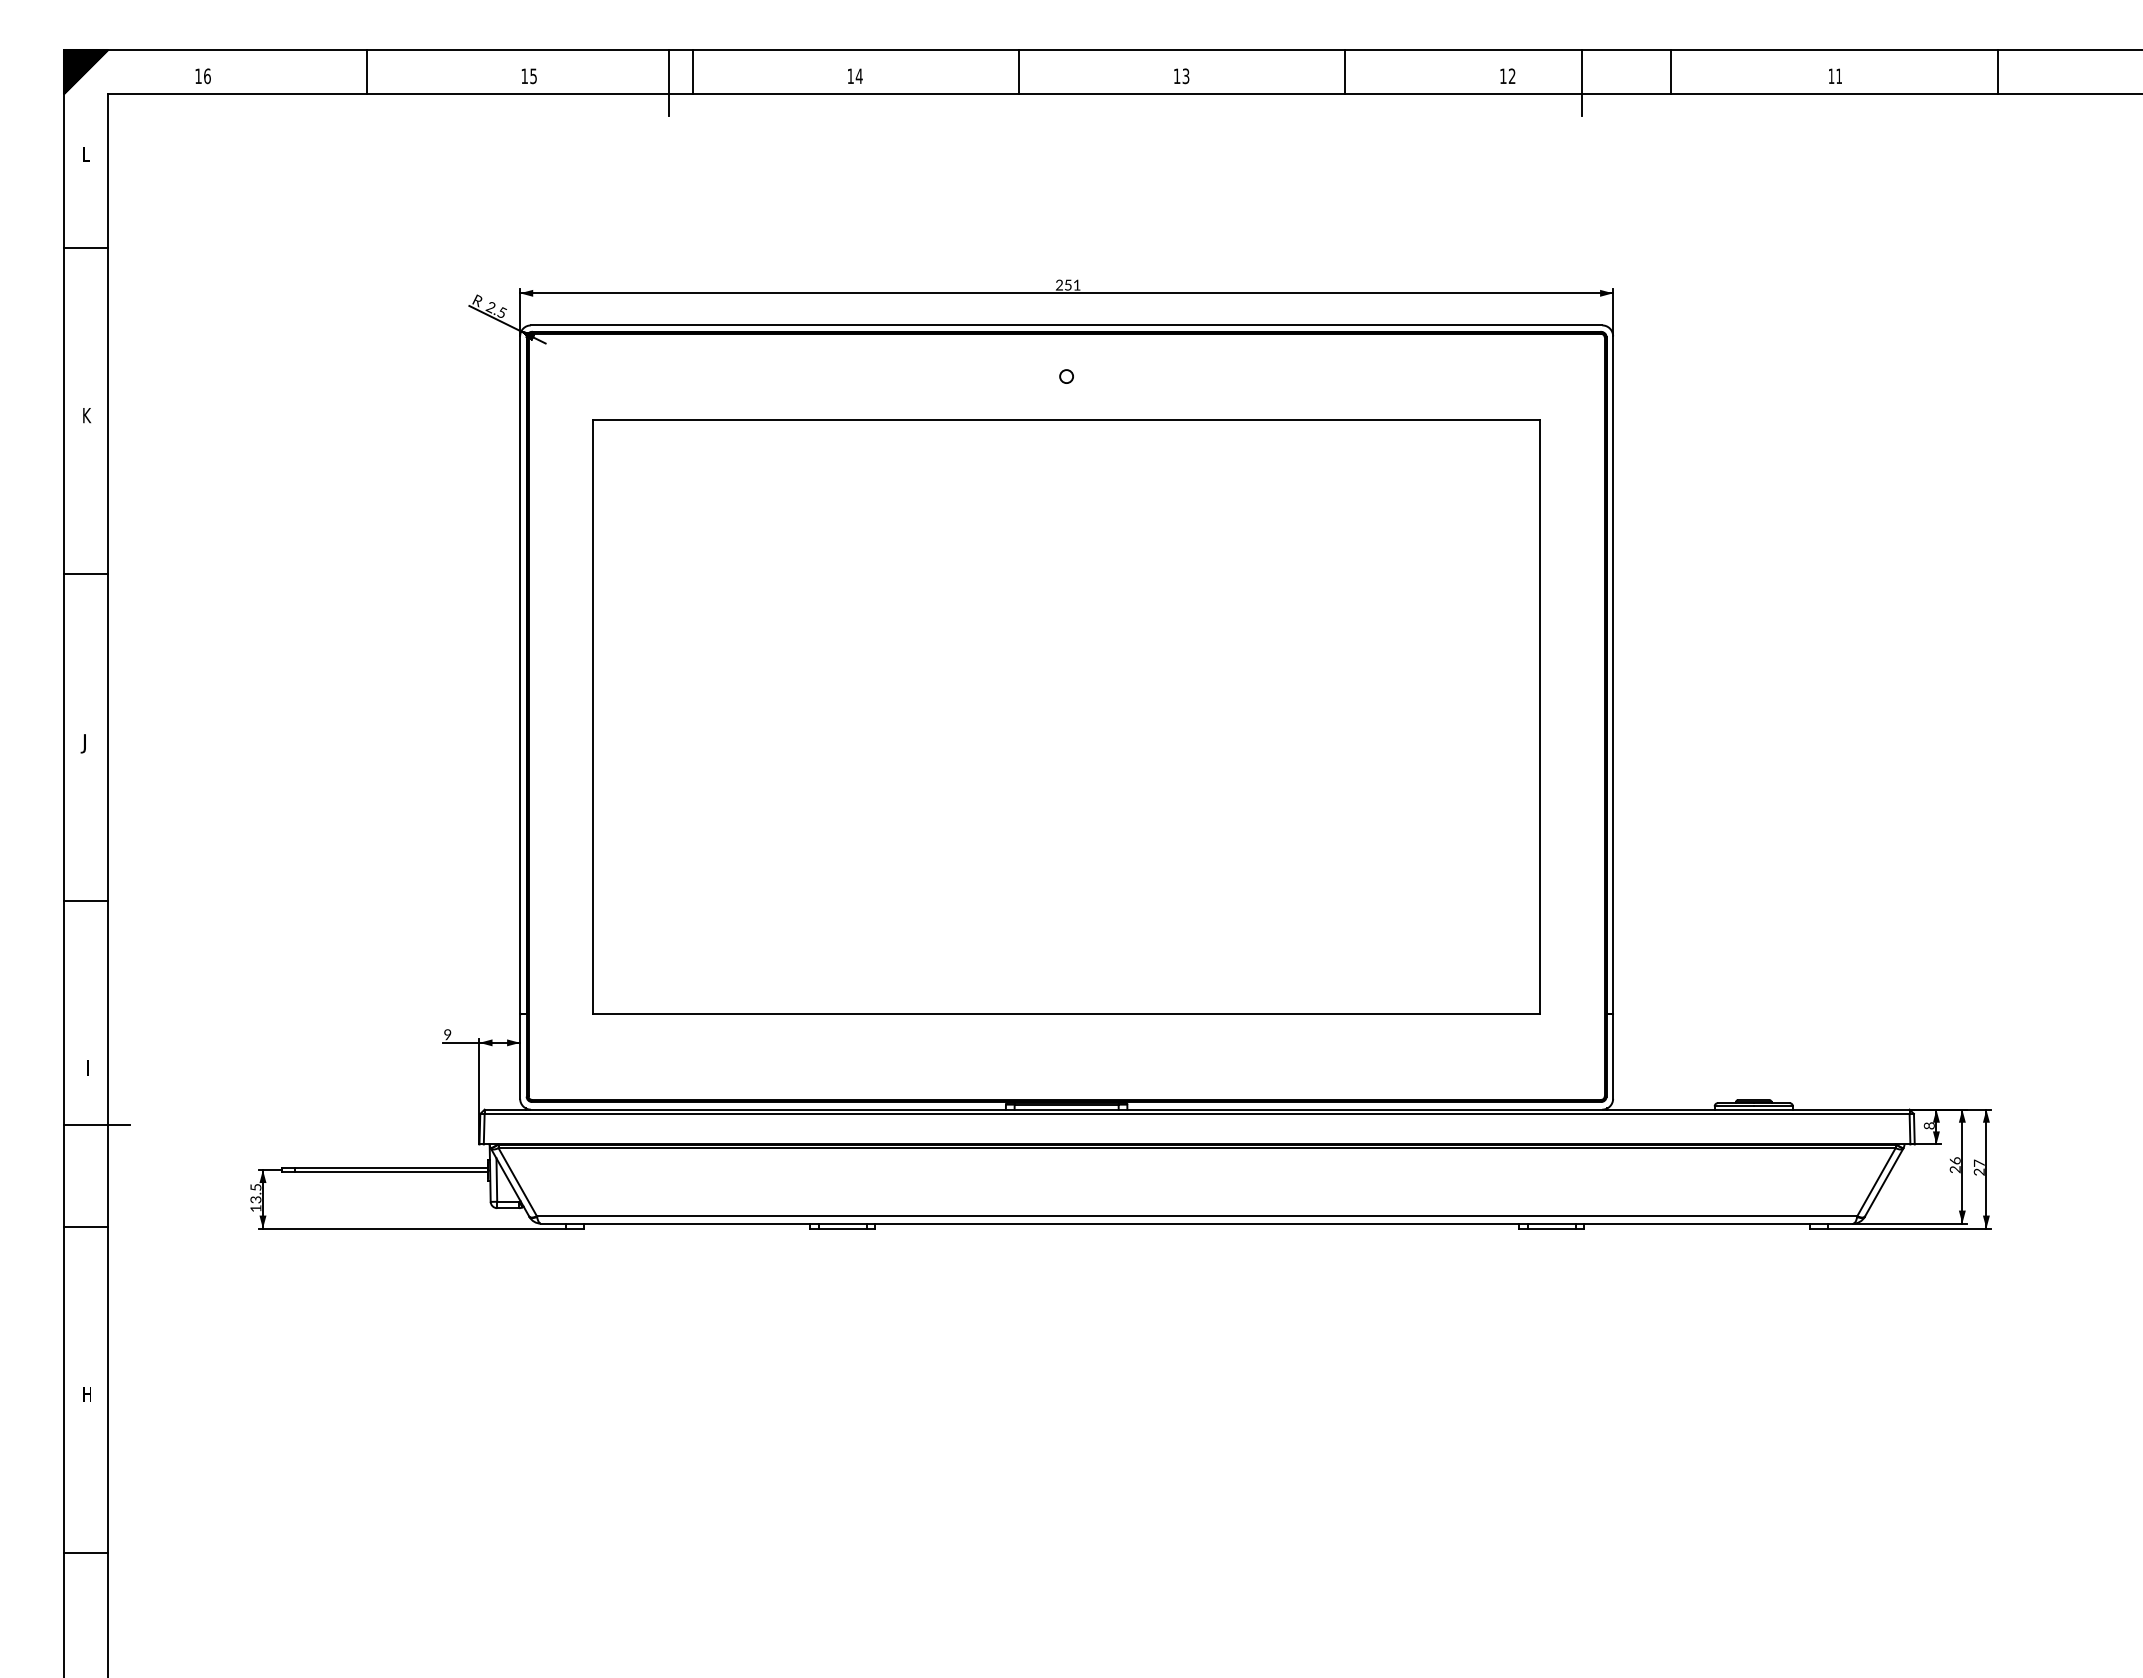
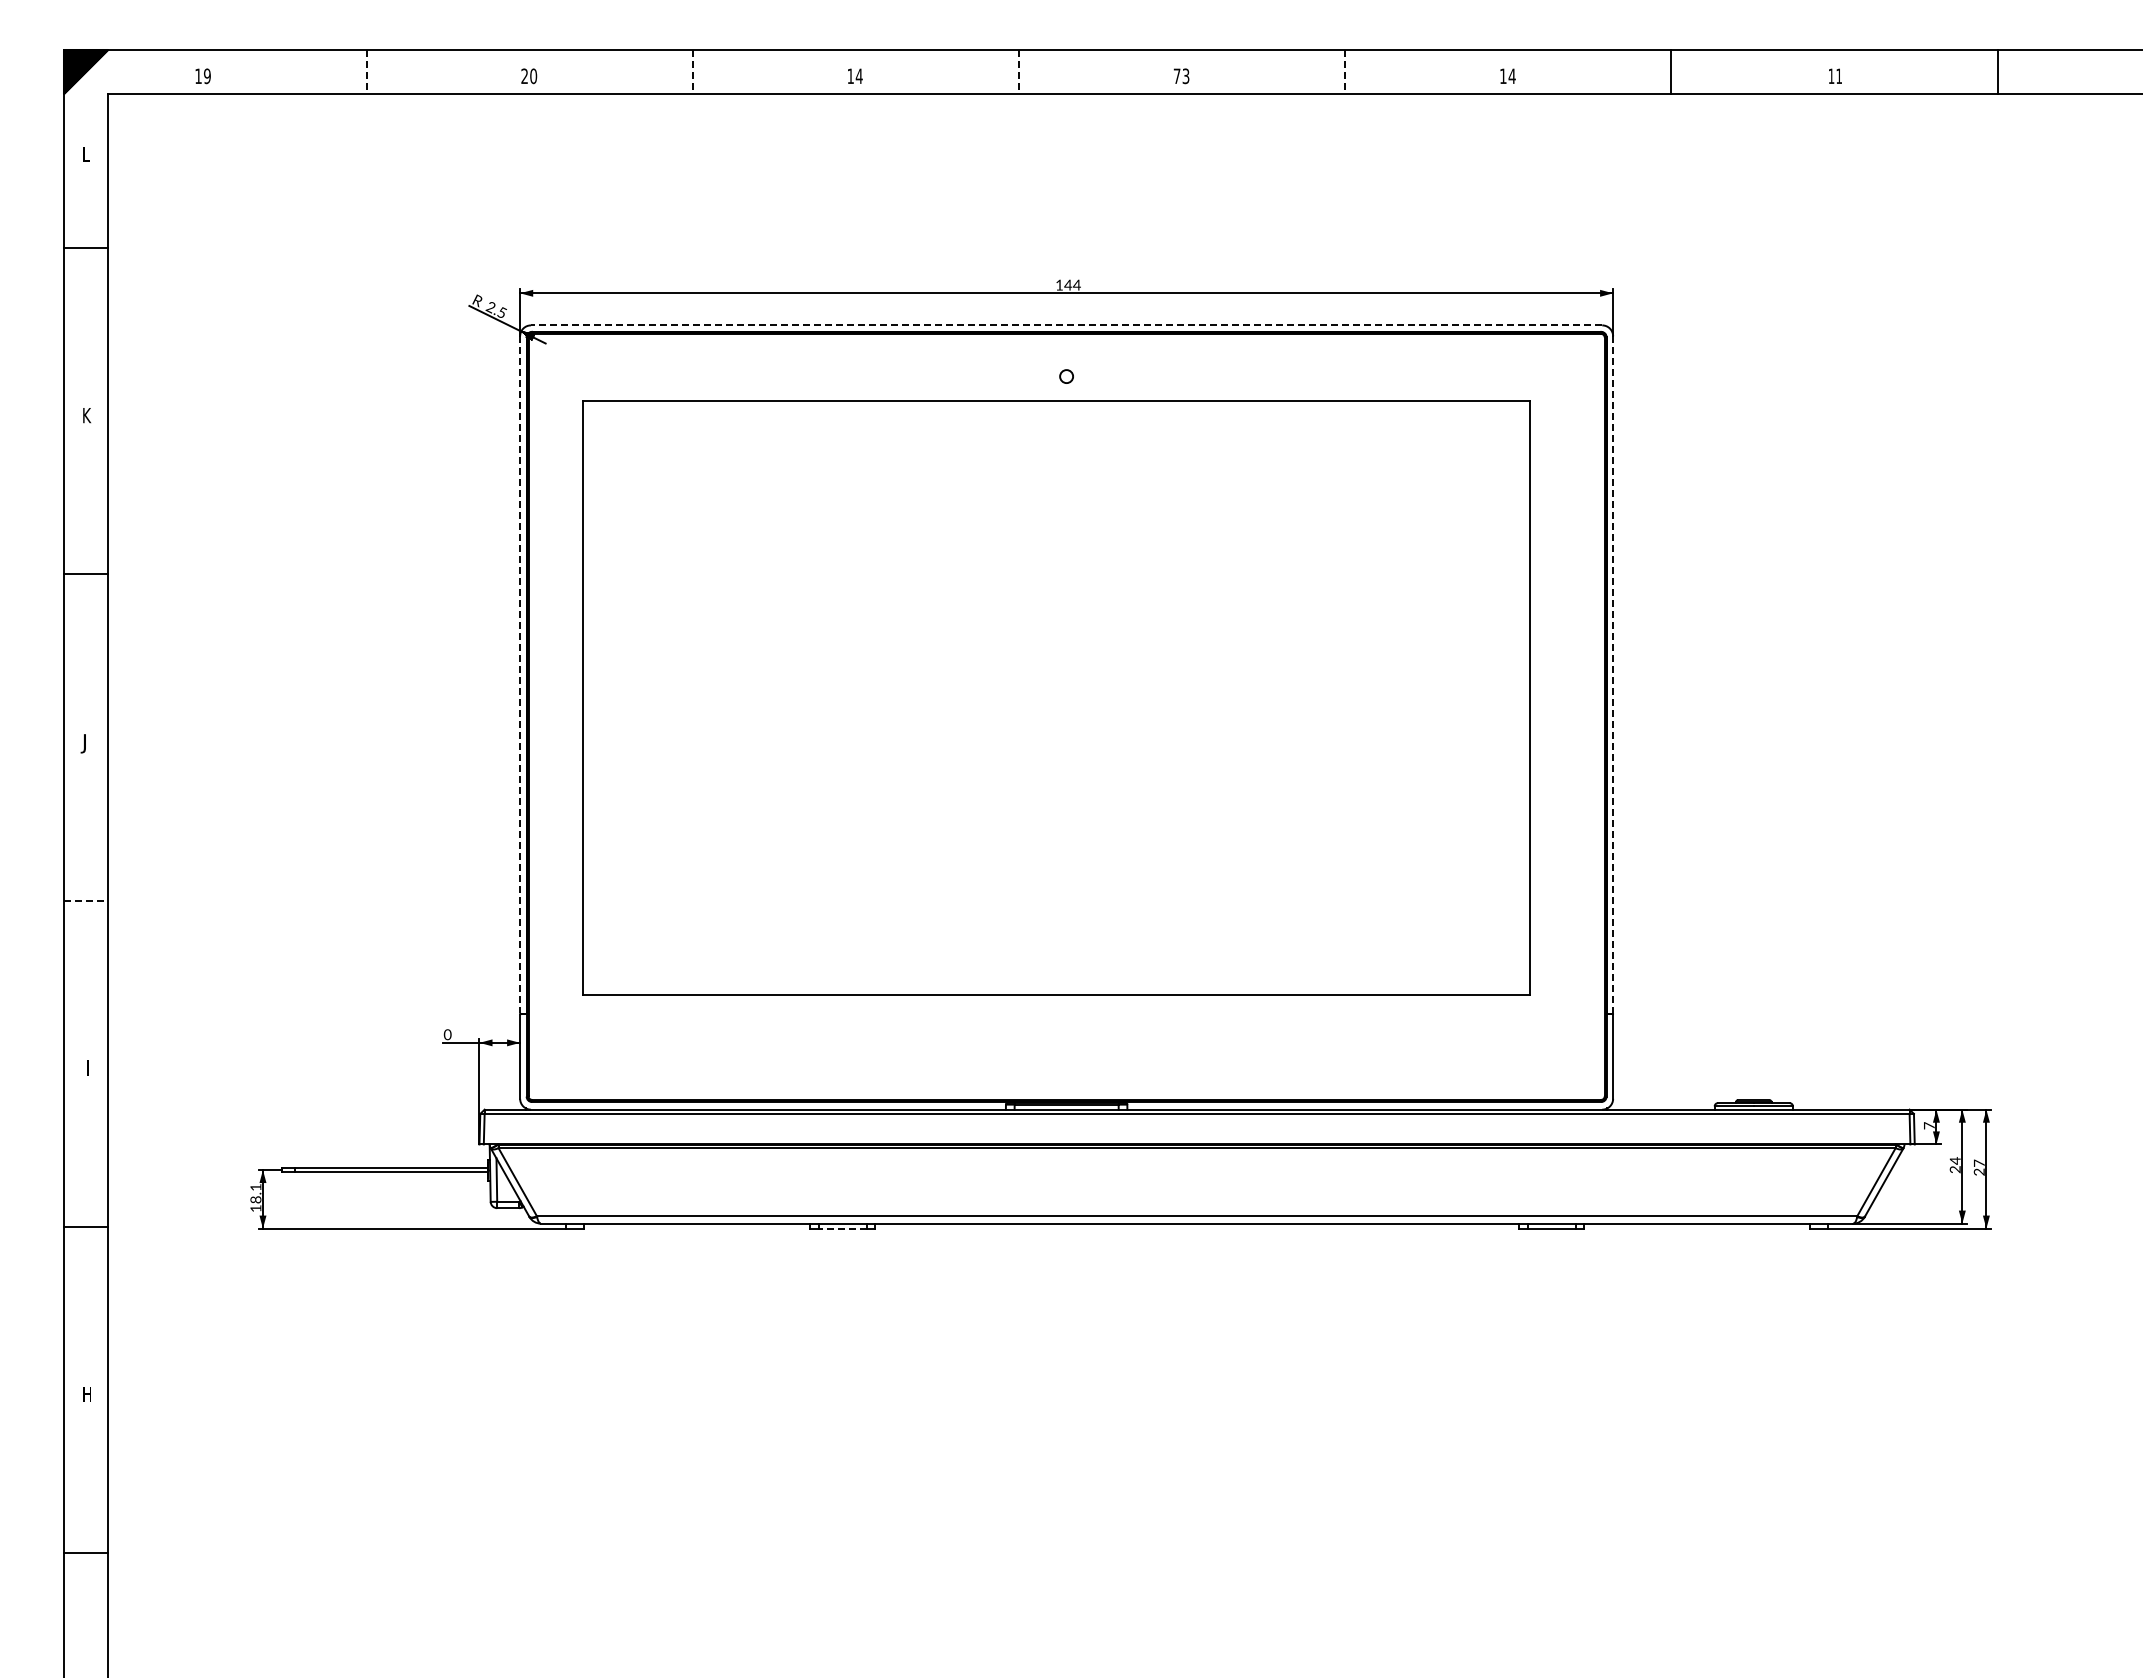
line at (366, 72): solid -> dashed
line at (692, 72): solid -> dashed
line at (1018, 72): solid -> dashed
line at (1345, 72): solid -> dashed
text at (1176, 75): 13 -> 73
text at (1511, 75): 12 -> 14
text at (207, 76): 16 -> 19
text at (529, 76): 15 -> 20
line at (668, 82): present -> none
line at (1582, 82): present -> none
text at (1067, 284): 251 -> 144
line at (1066, 325): solid -> dashed
line at (520, 675): solid -> dashed
line at (1613, 675): solid -> dashed
part at (1066, 716) position: (1066, 716) -> (1056, 697)
line at (86, 900): solid -> dashed
text at (447, 1035): 9 -> 0
line at (96, 1124): present -> none
text at (1929, 1125): 8 -> 7
text at (1955, 1160): 26 -> 24
text at (255, 1193): 13.5 -> 18.1
line at (842, 1228): solid -> dashed
